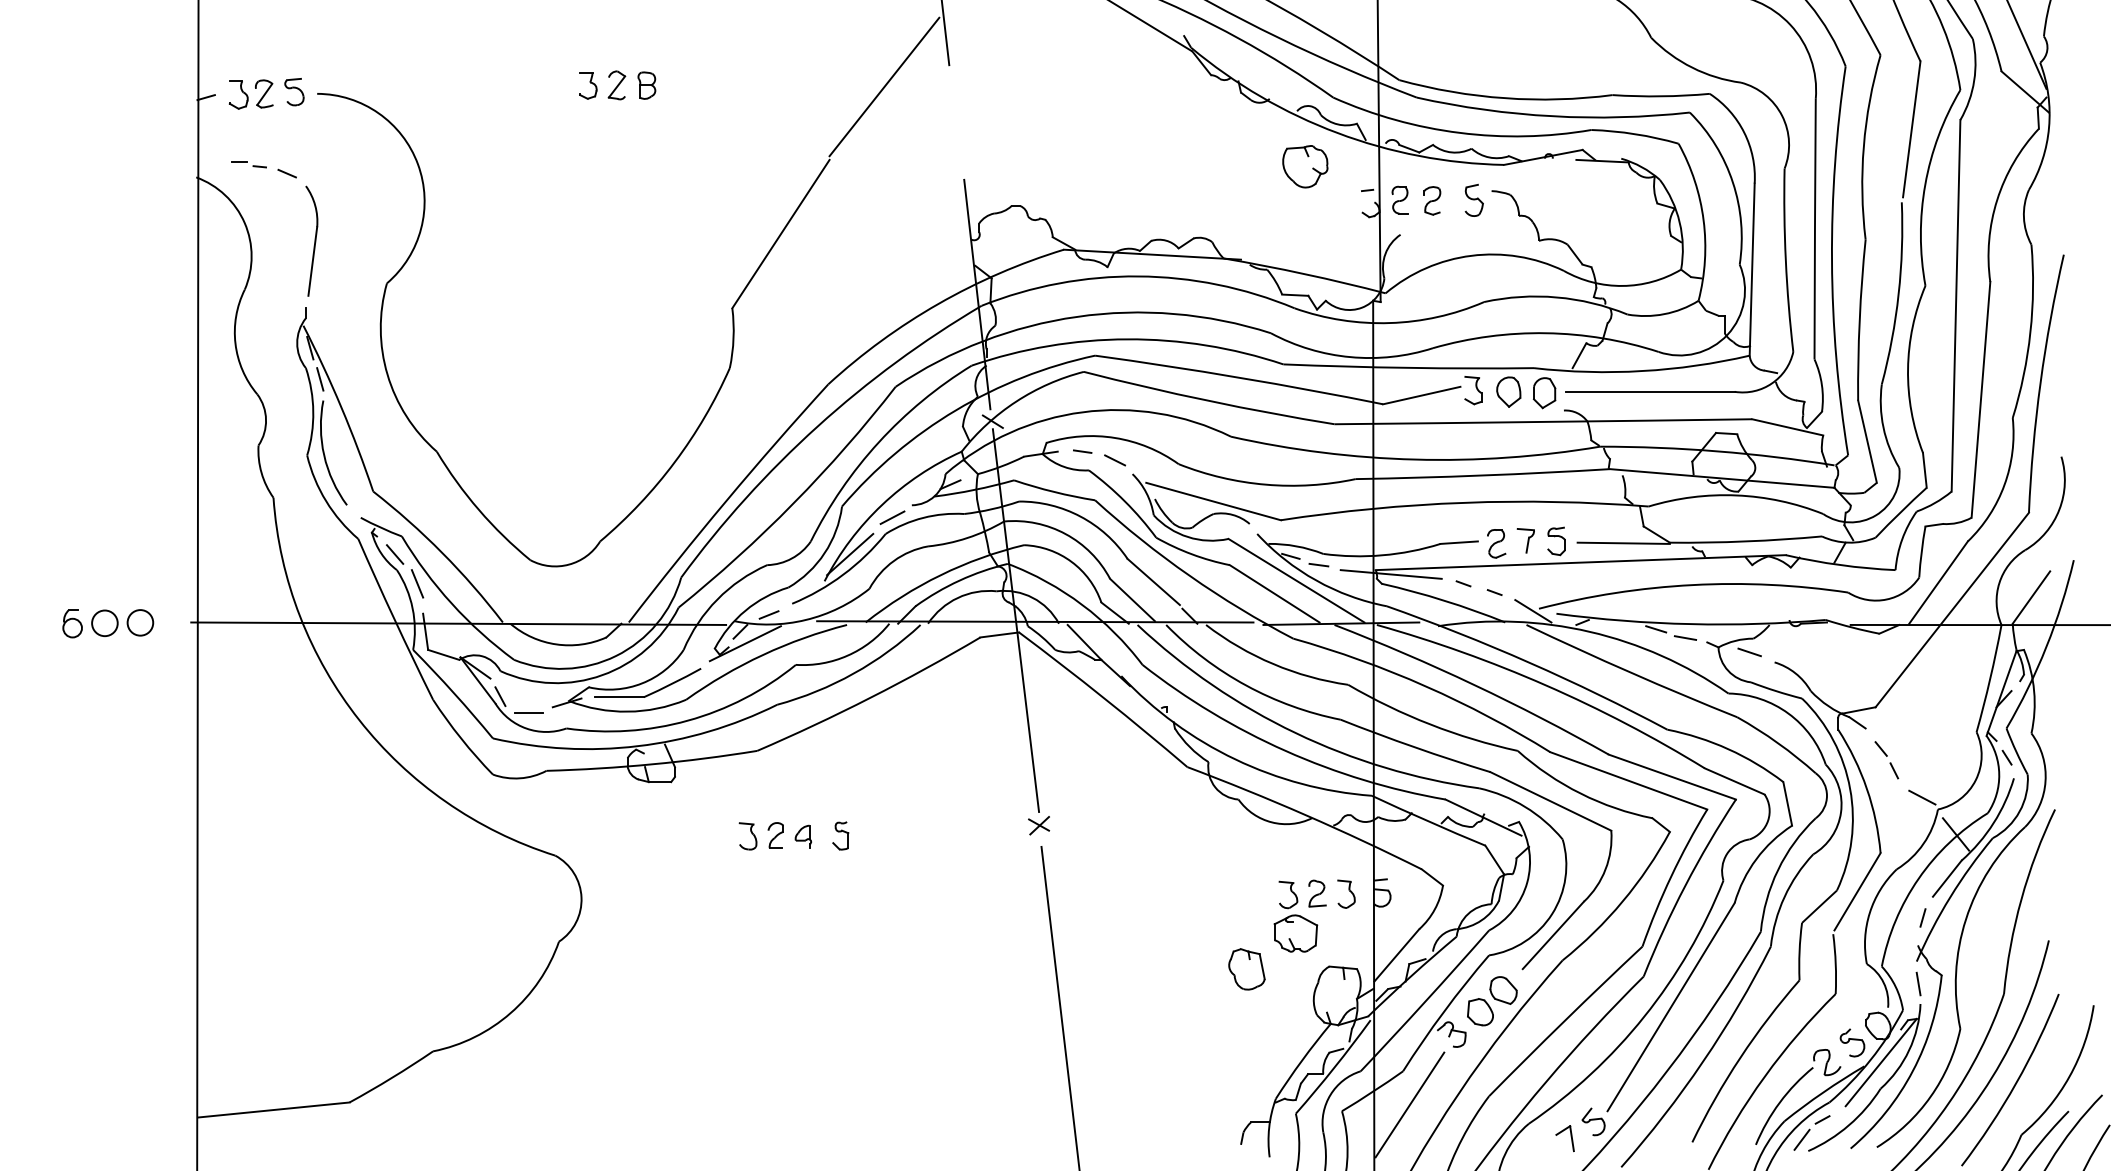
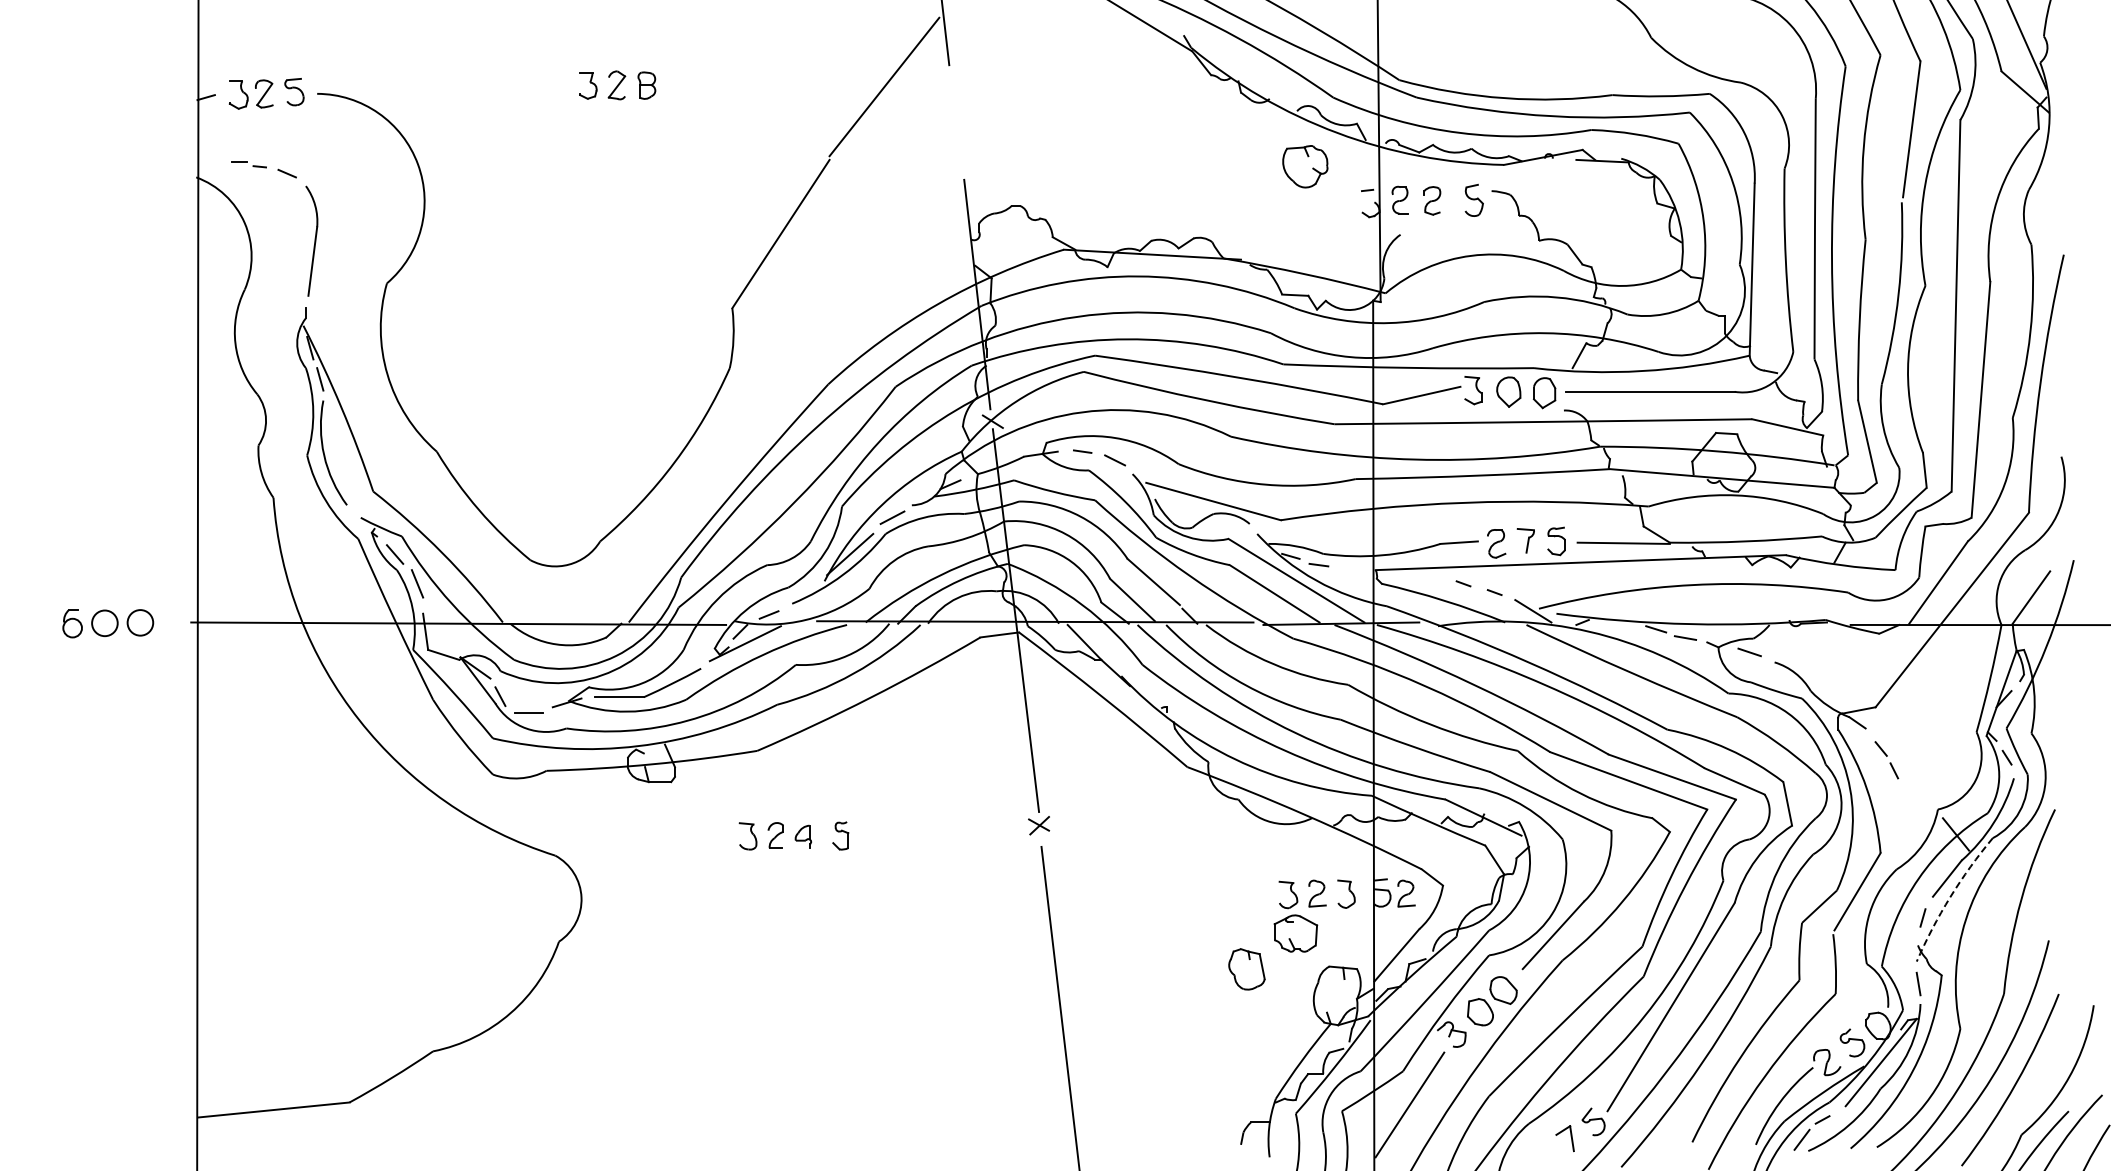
line at (1390, 574): present -> none
line at (1922, 797): present -> none
part at (1406, 893): none -> present
arc at (1950, 897): solid -> dashed
